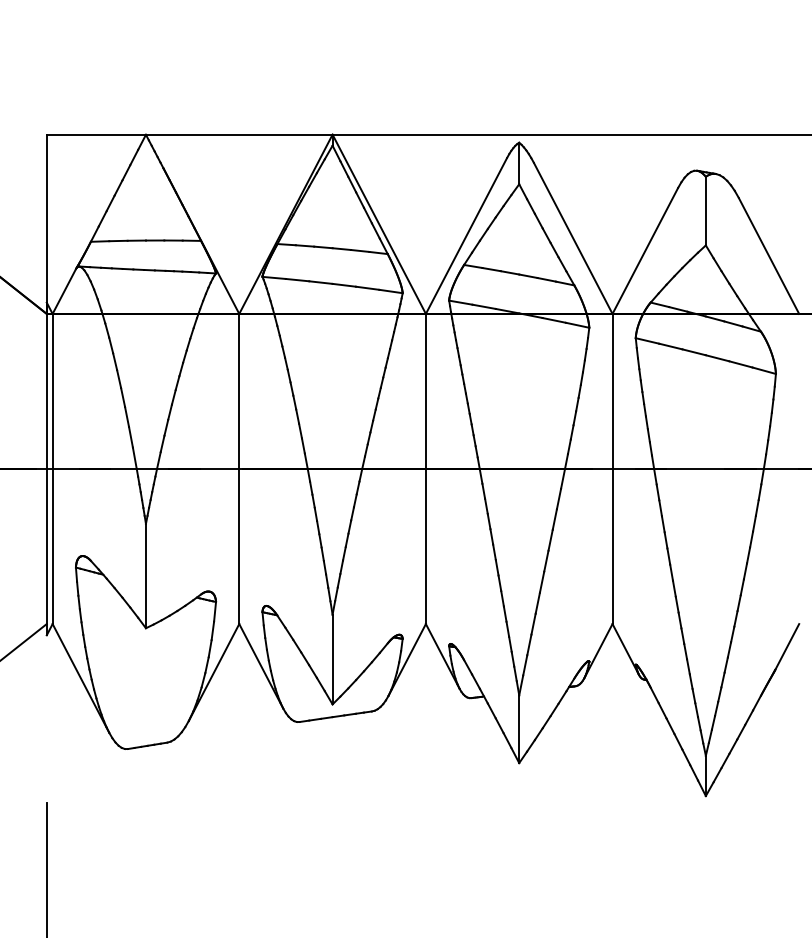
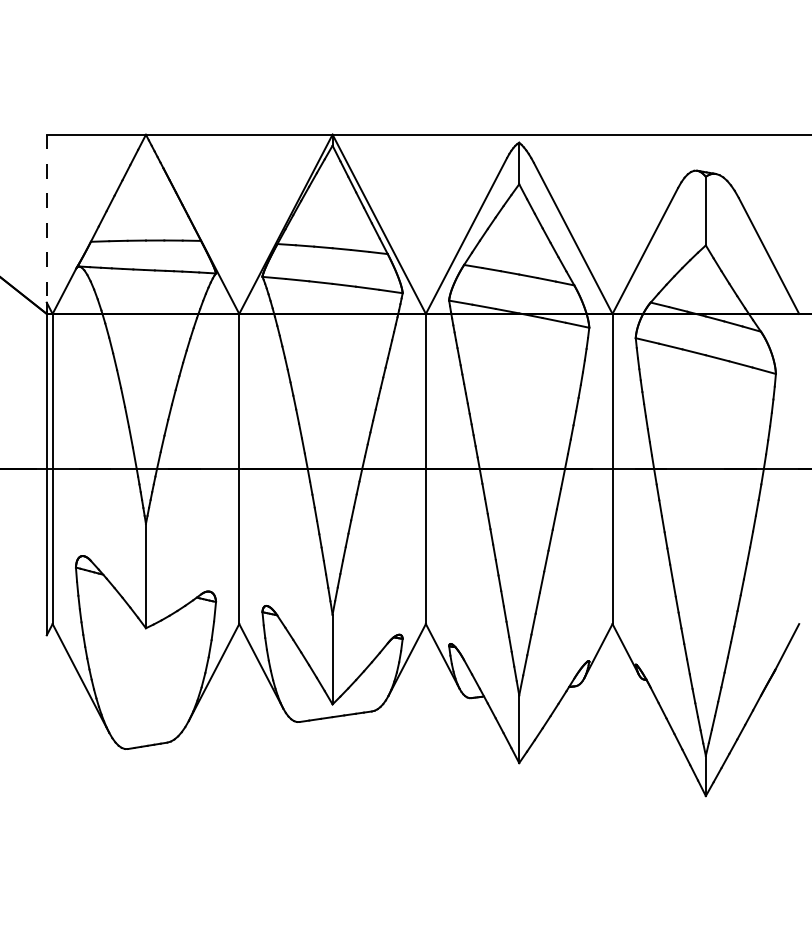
line at (46, 224): solid -> dashed
line at (24, 641): present -> none
line at (46, 868): present -> none
